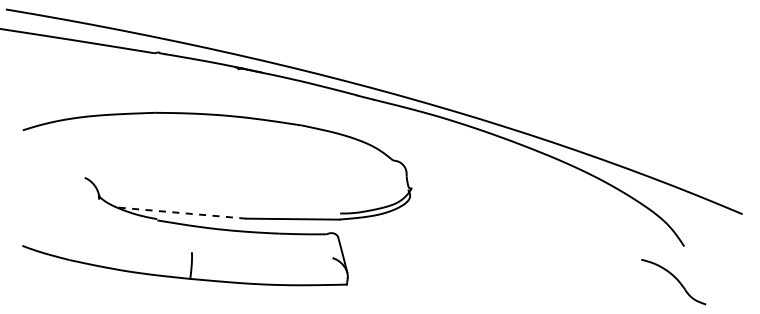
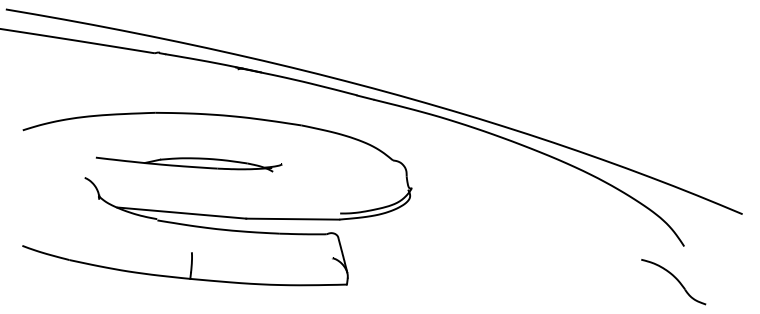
part at (189, 164): none -> present
line at (181, 213): dashed -> solid
